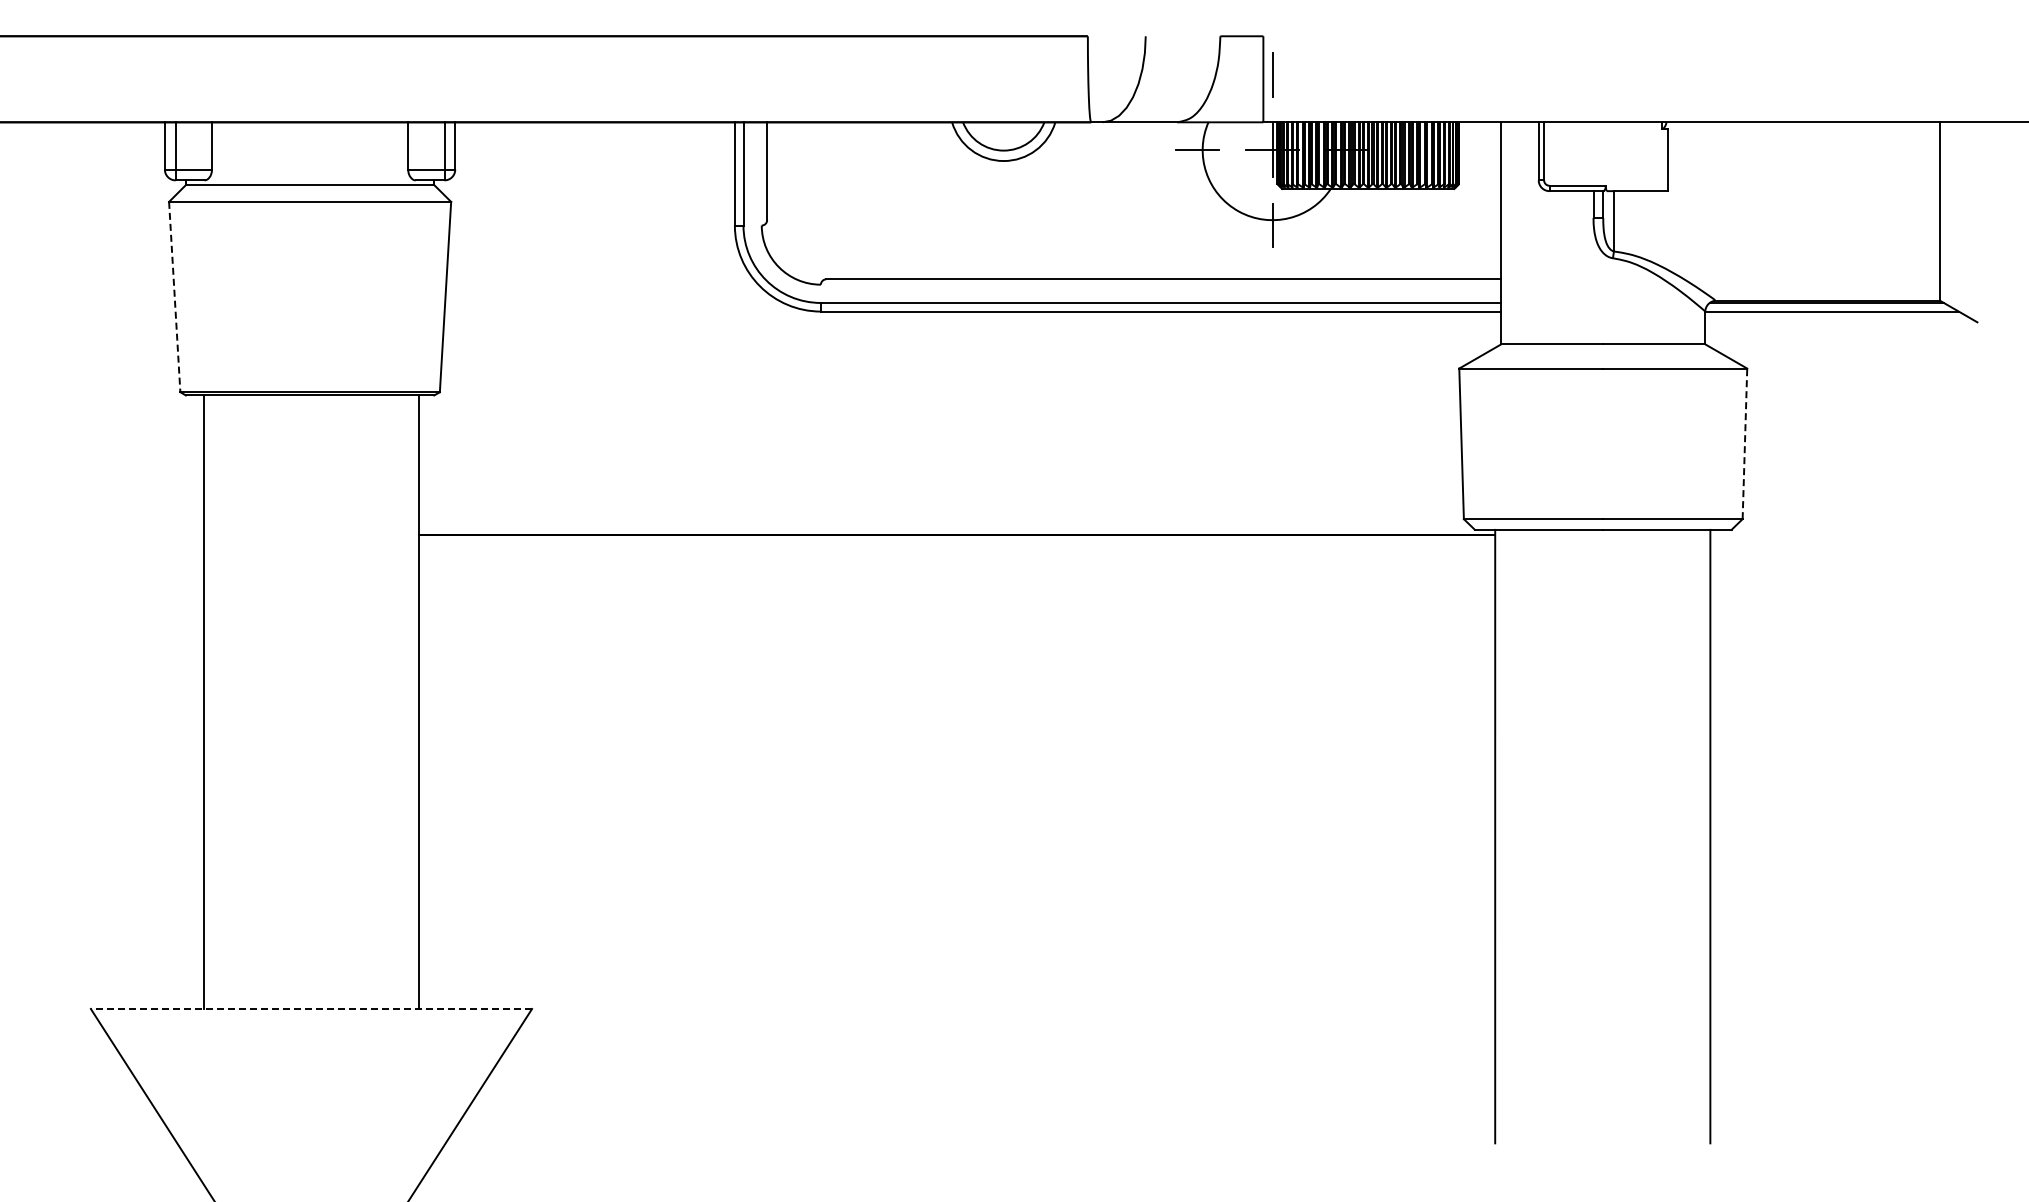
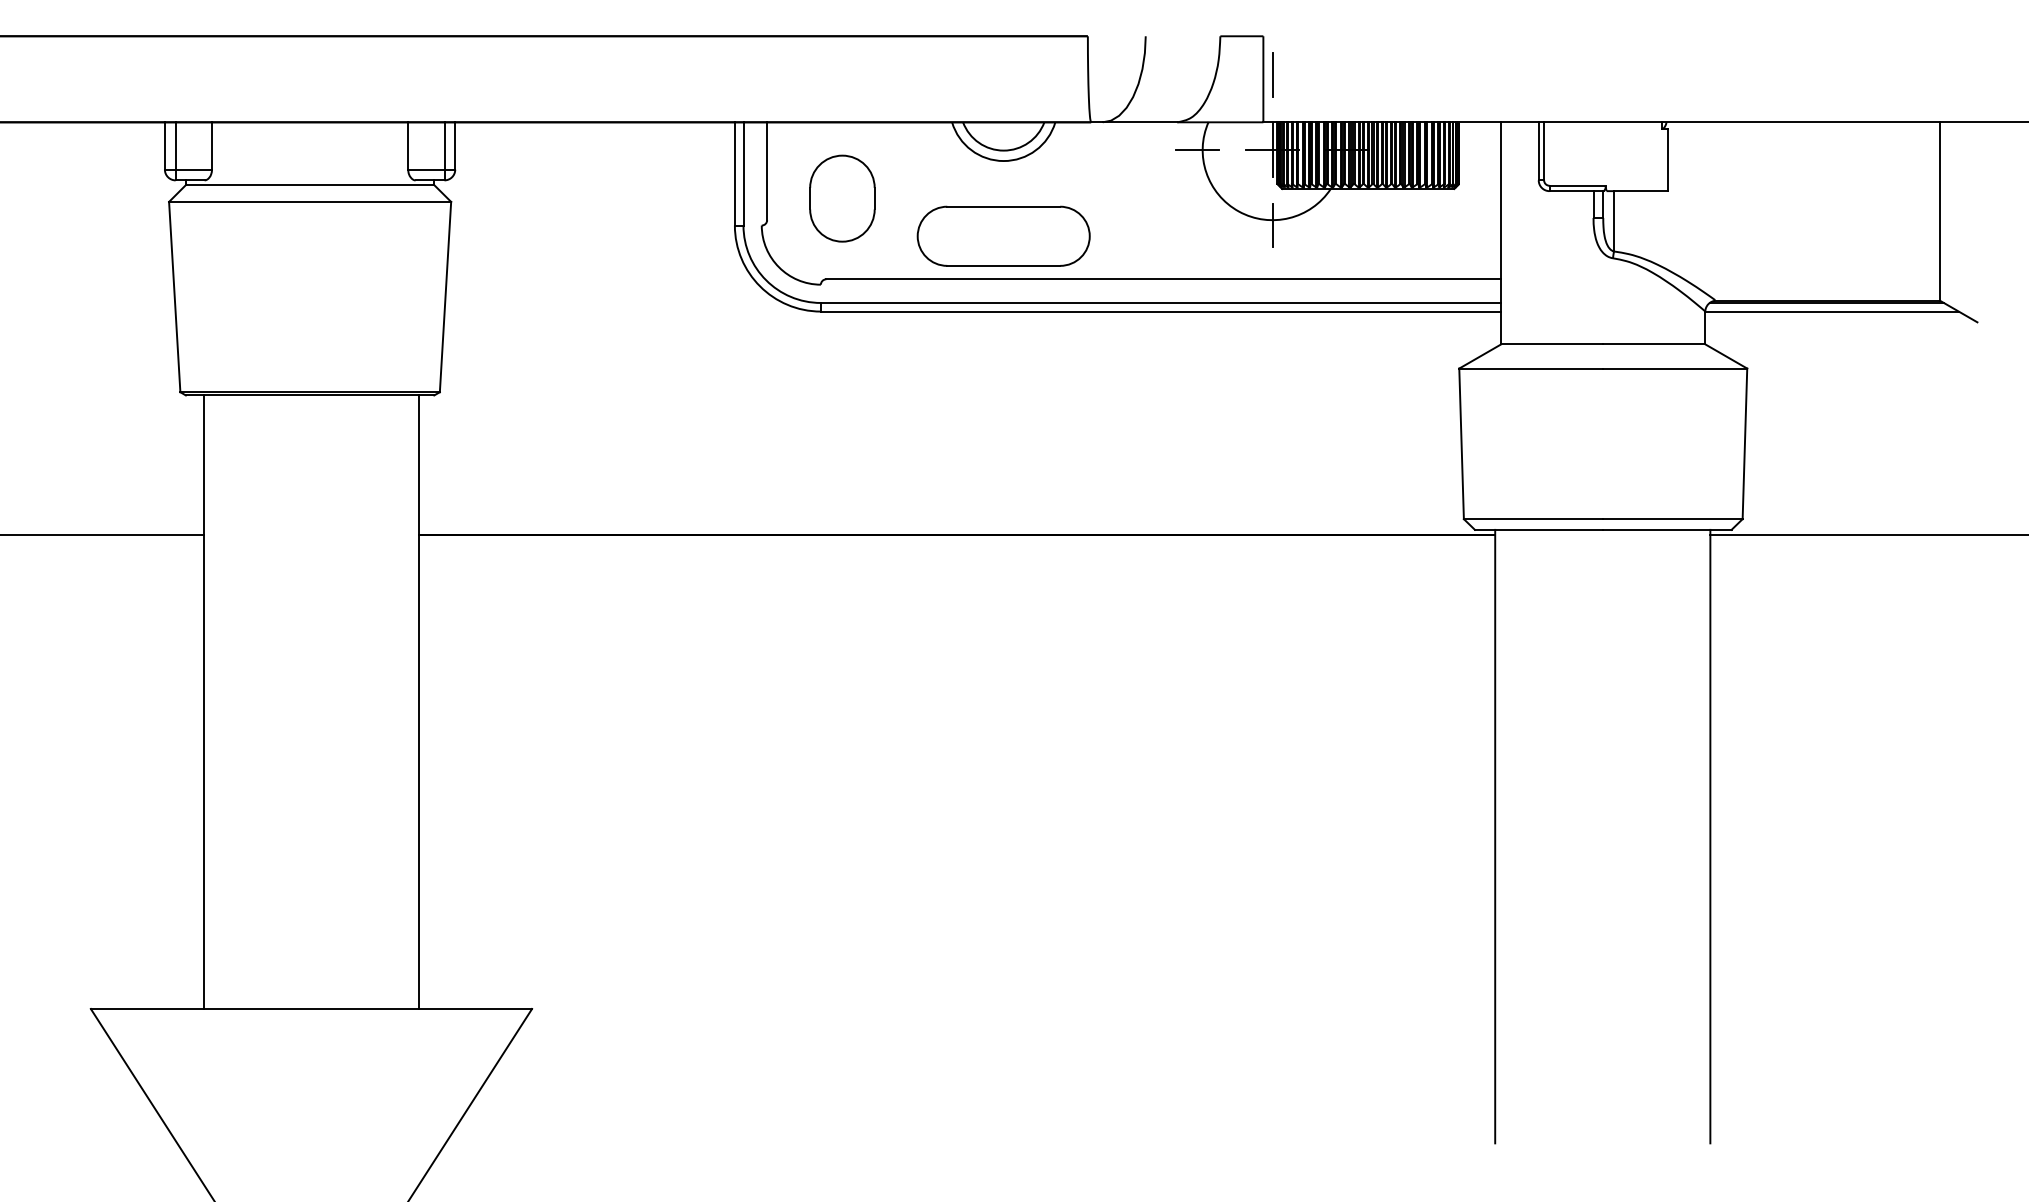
part at (842, 198): none -> present
part at (1003, 235): none -> present
line at (174, 297): dashed -> solid
line at (1744, 443): dashed -> solid
line at (102, 535): none -> present
line at (1867, 535): none -> present
line at (311, 1008): dashed -> solid
